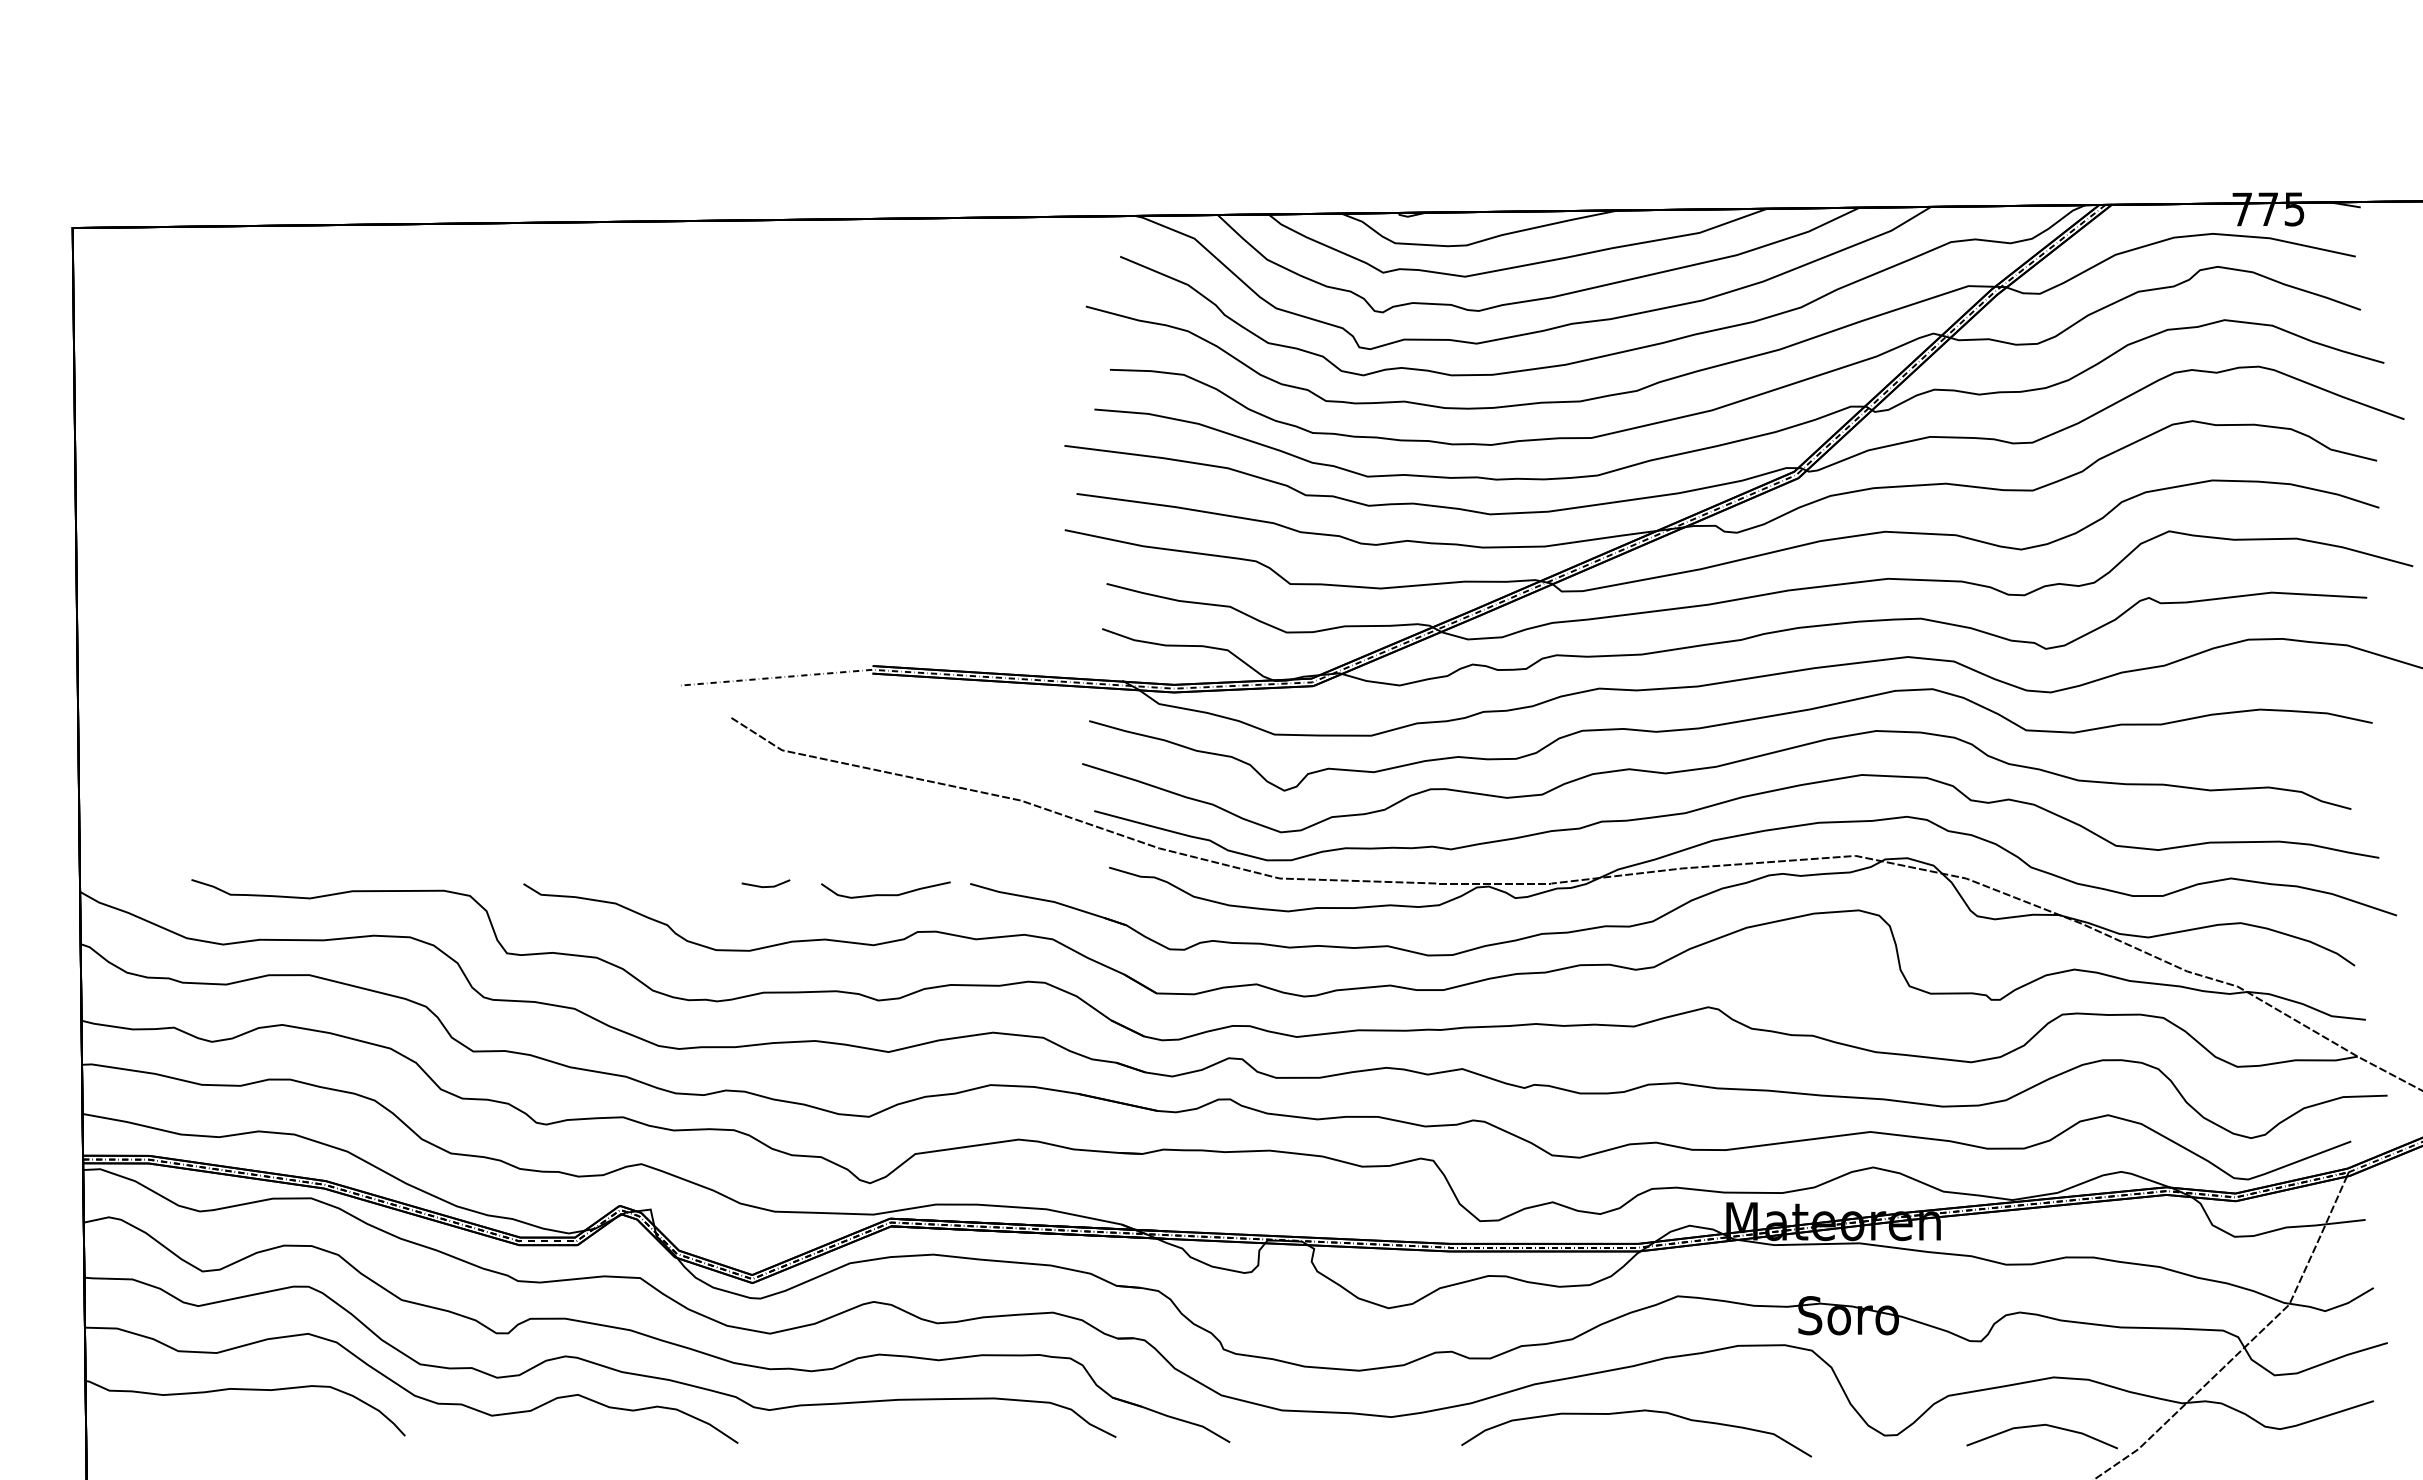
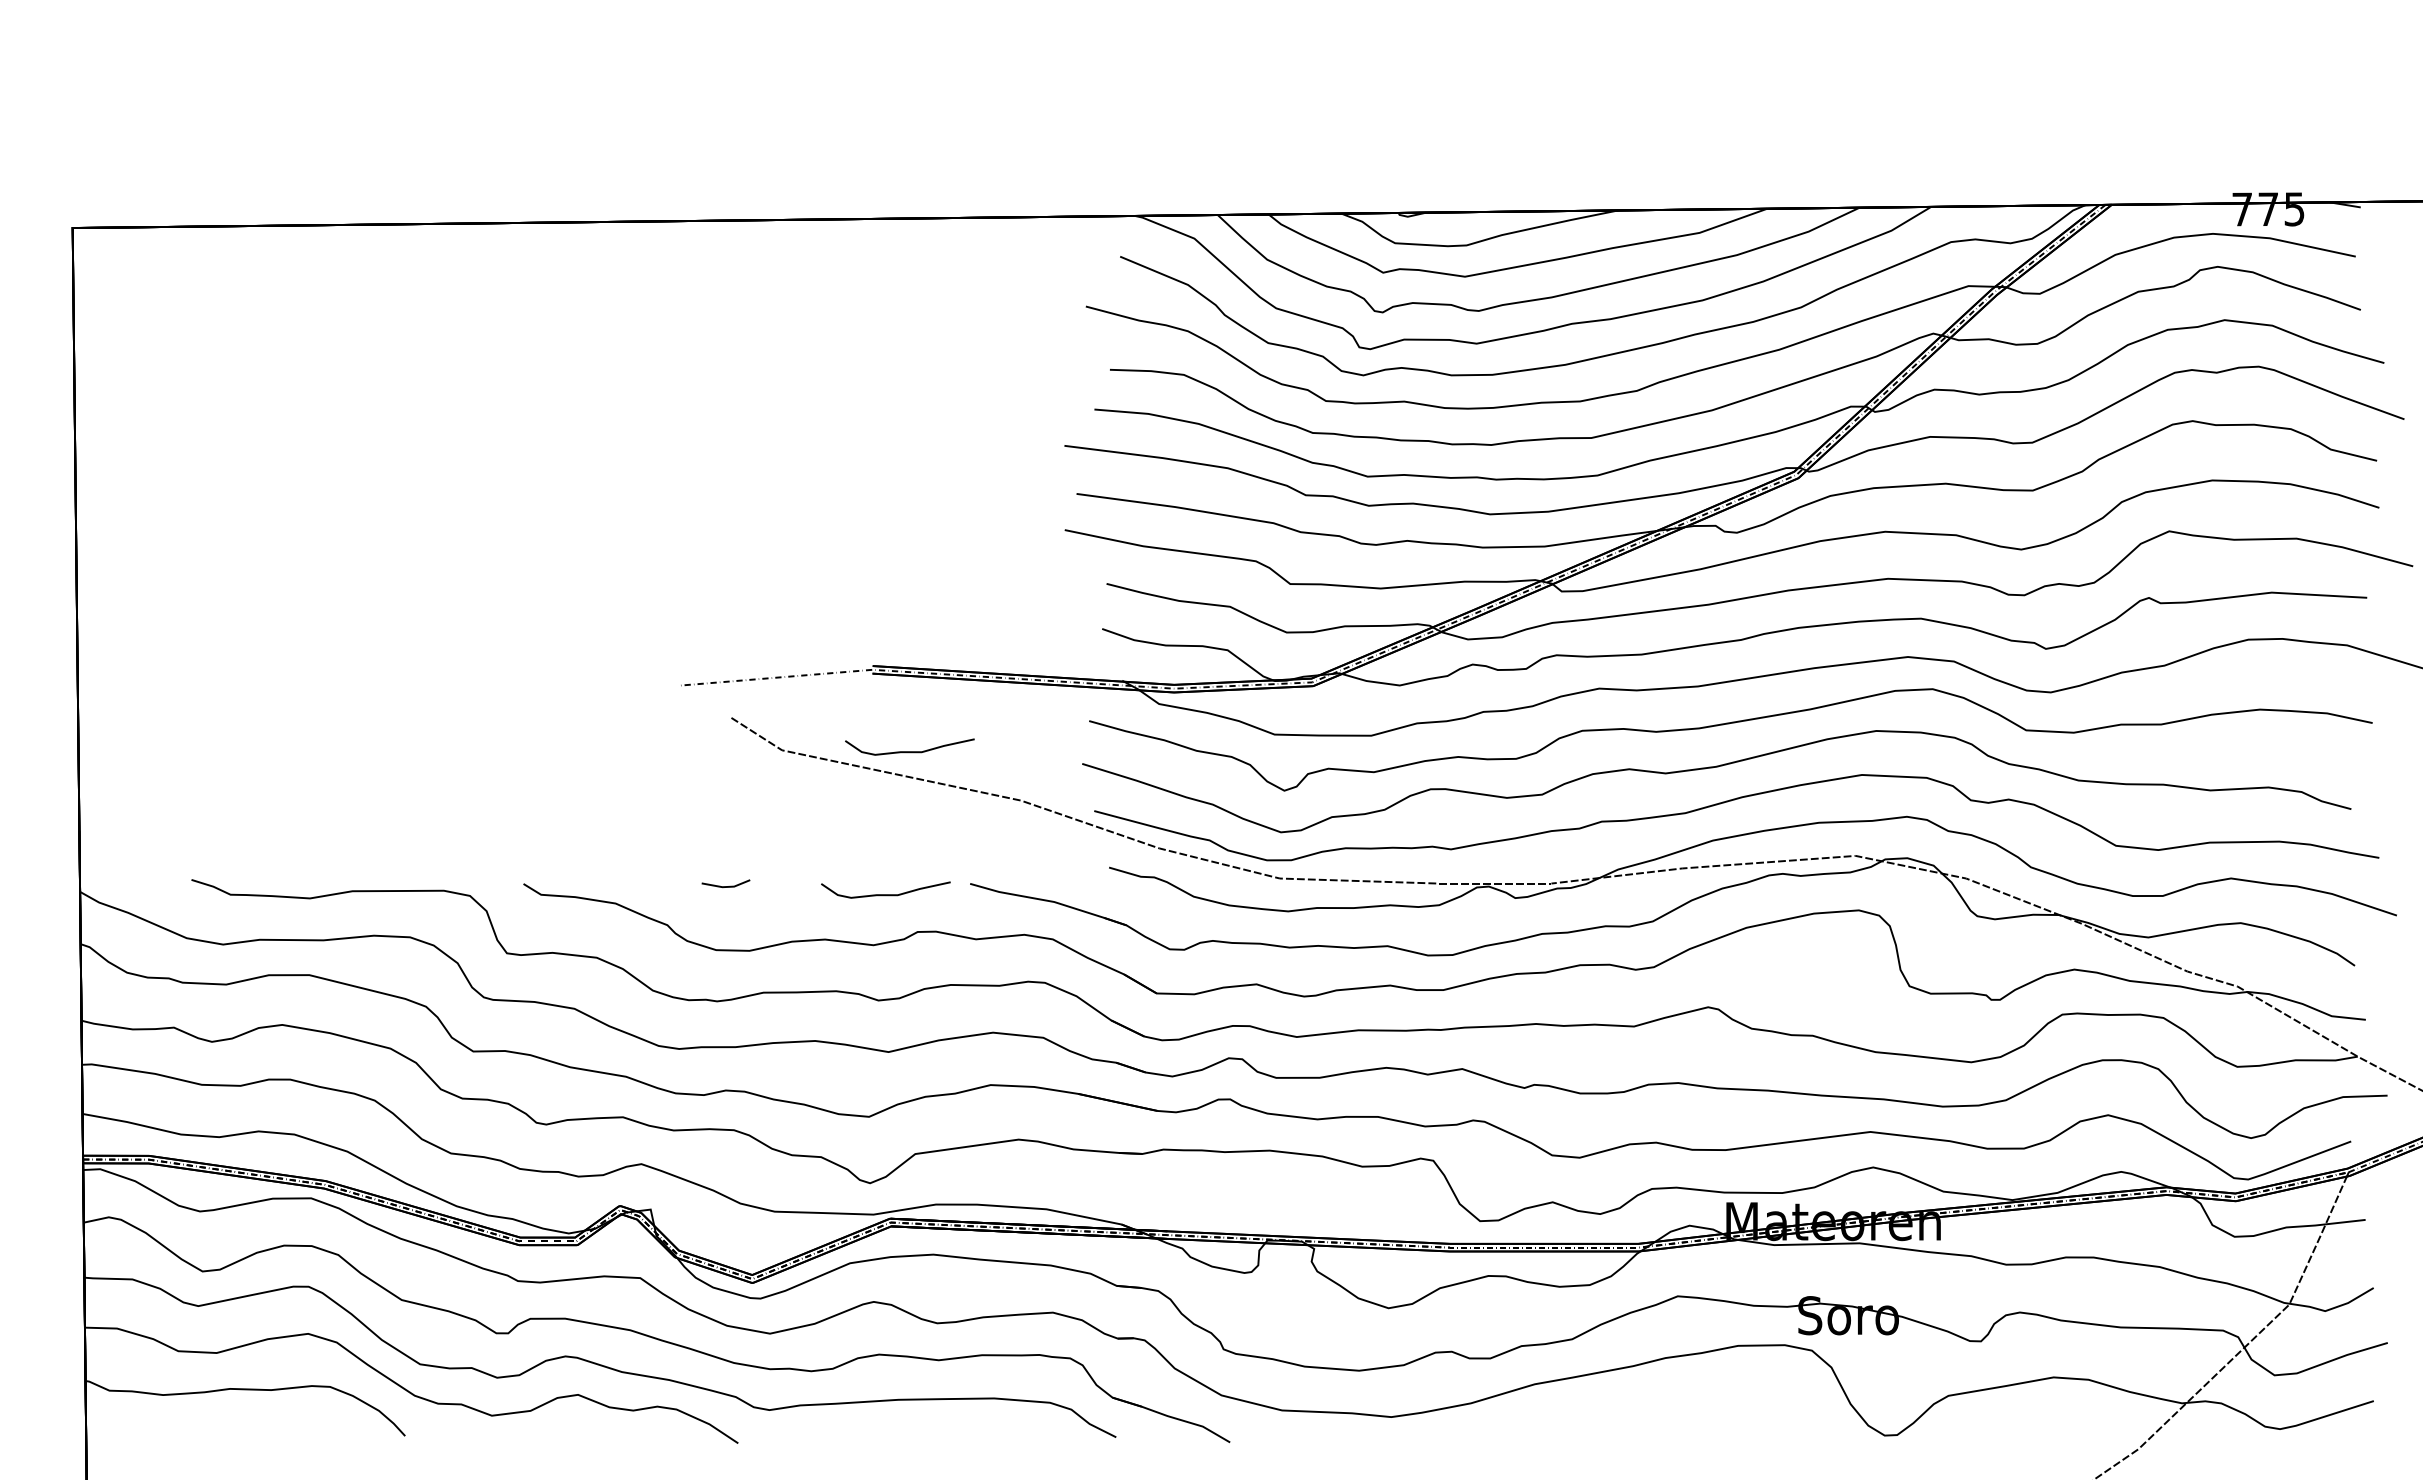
curve at (909, 751): none -> present
line at (765, 886) position: (765, 886) -> (725, 886)
curve at (1636, 1412): present -> none
line at (2041, 1426): present -> none
